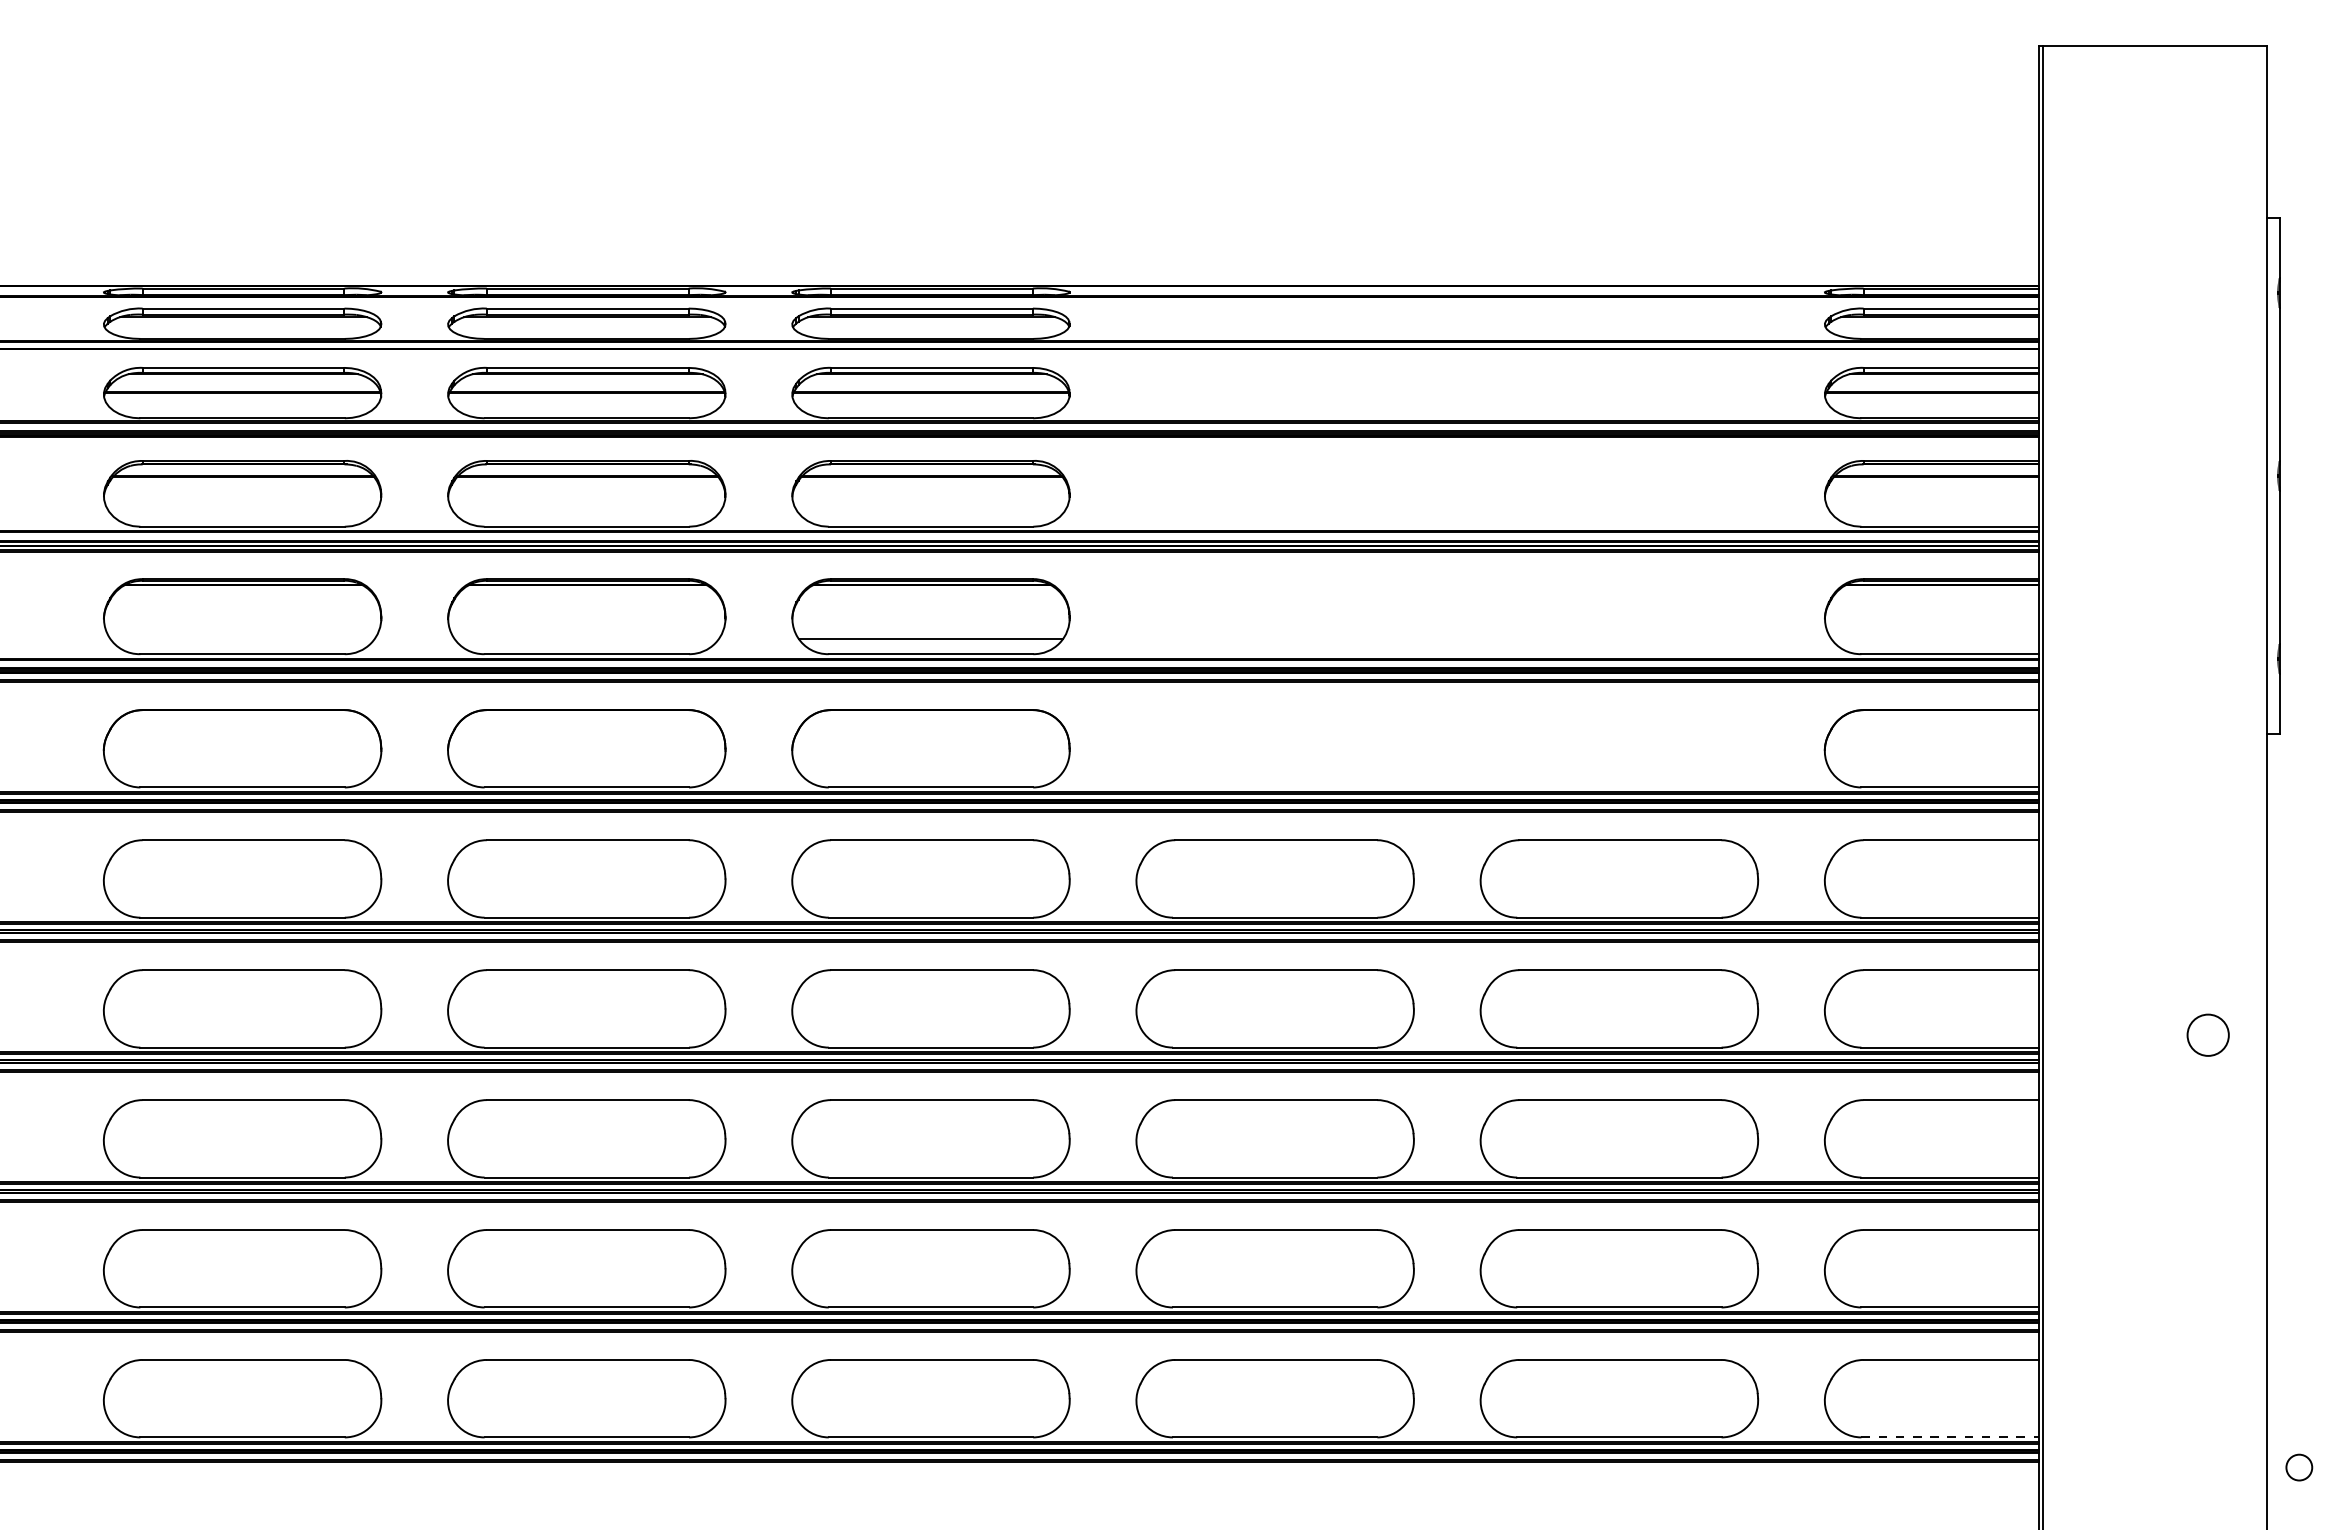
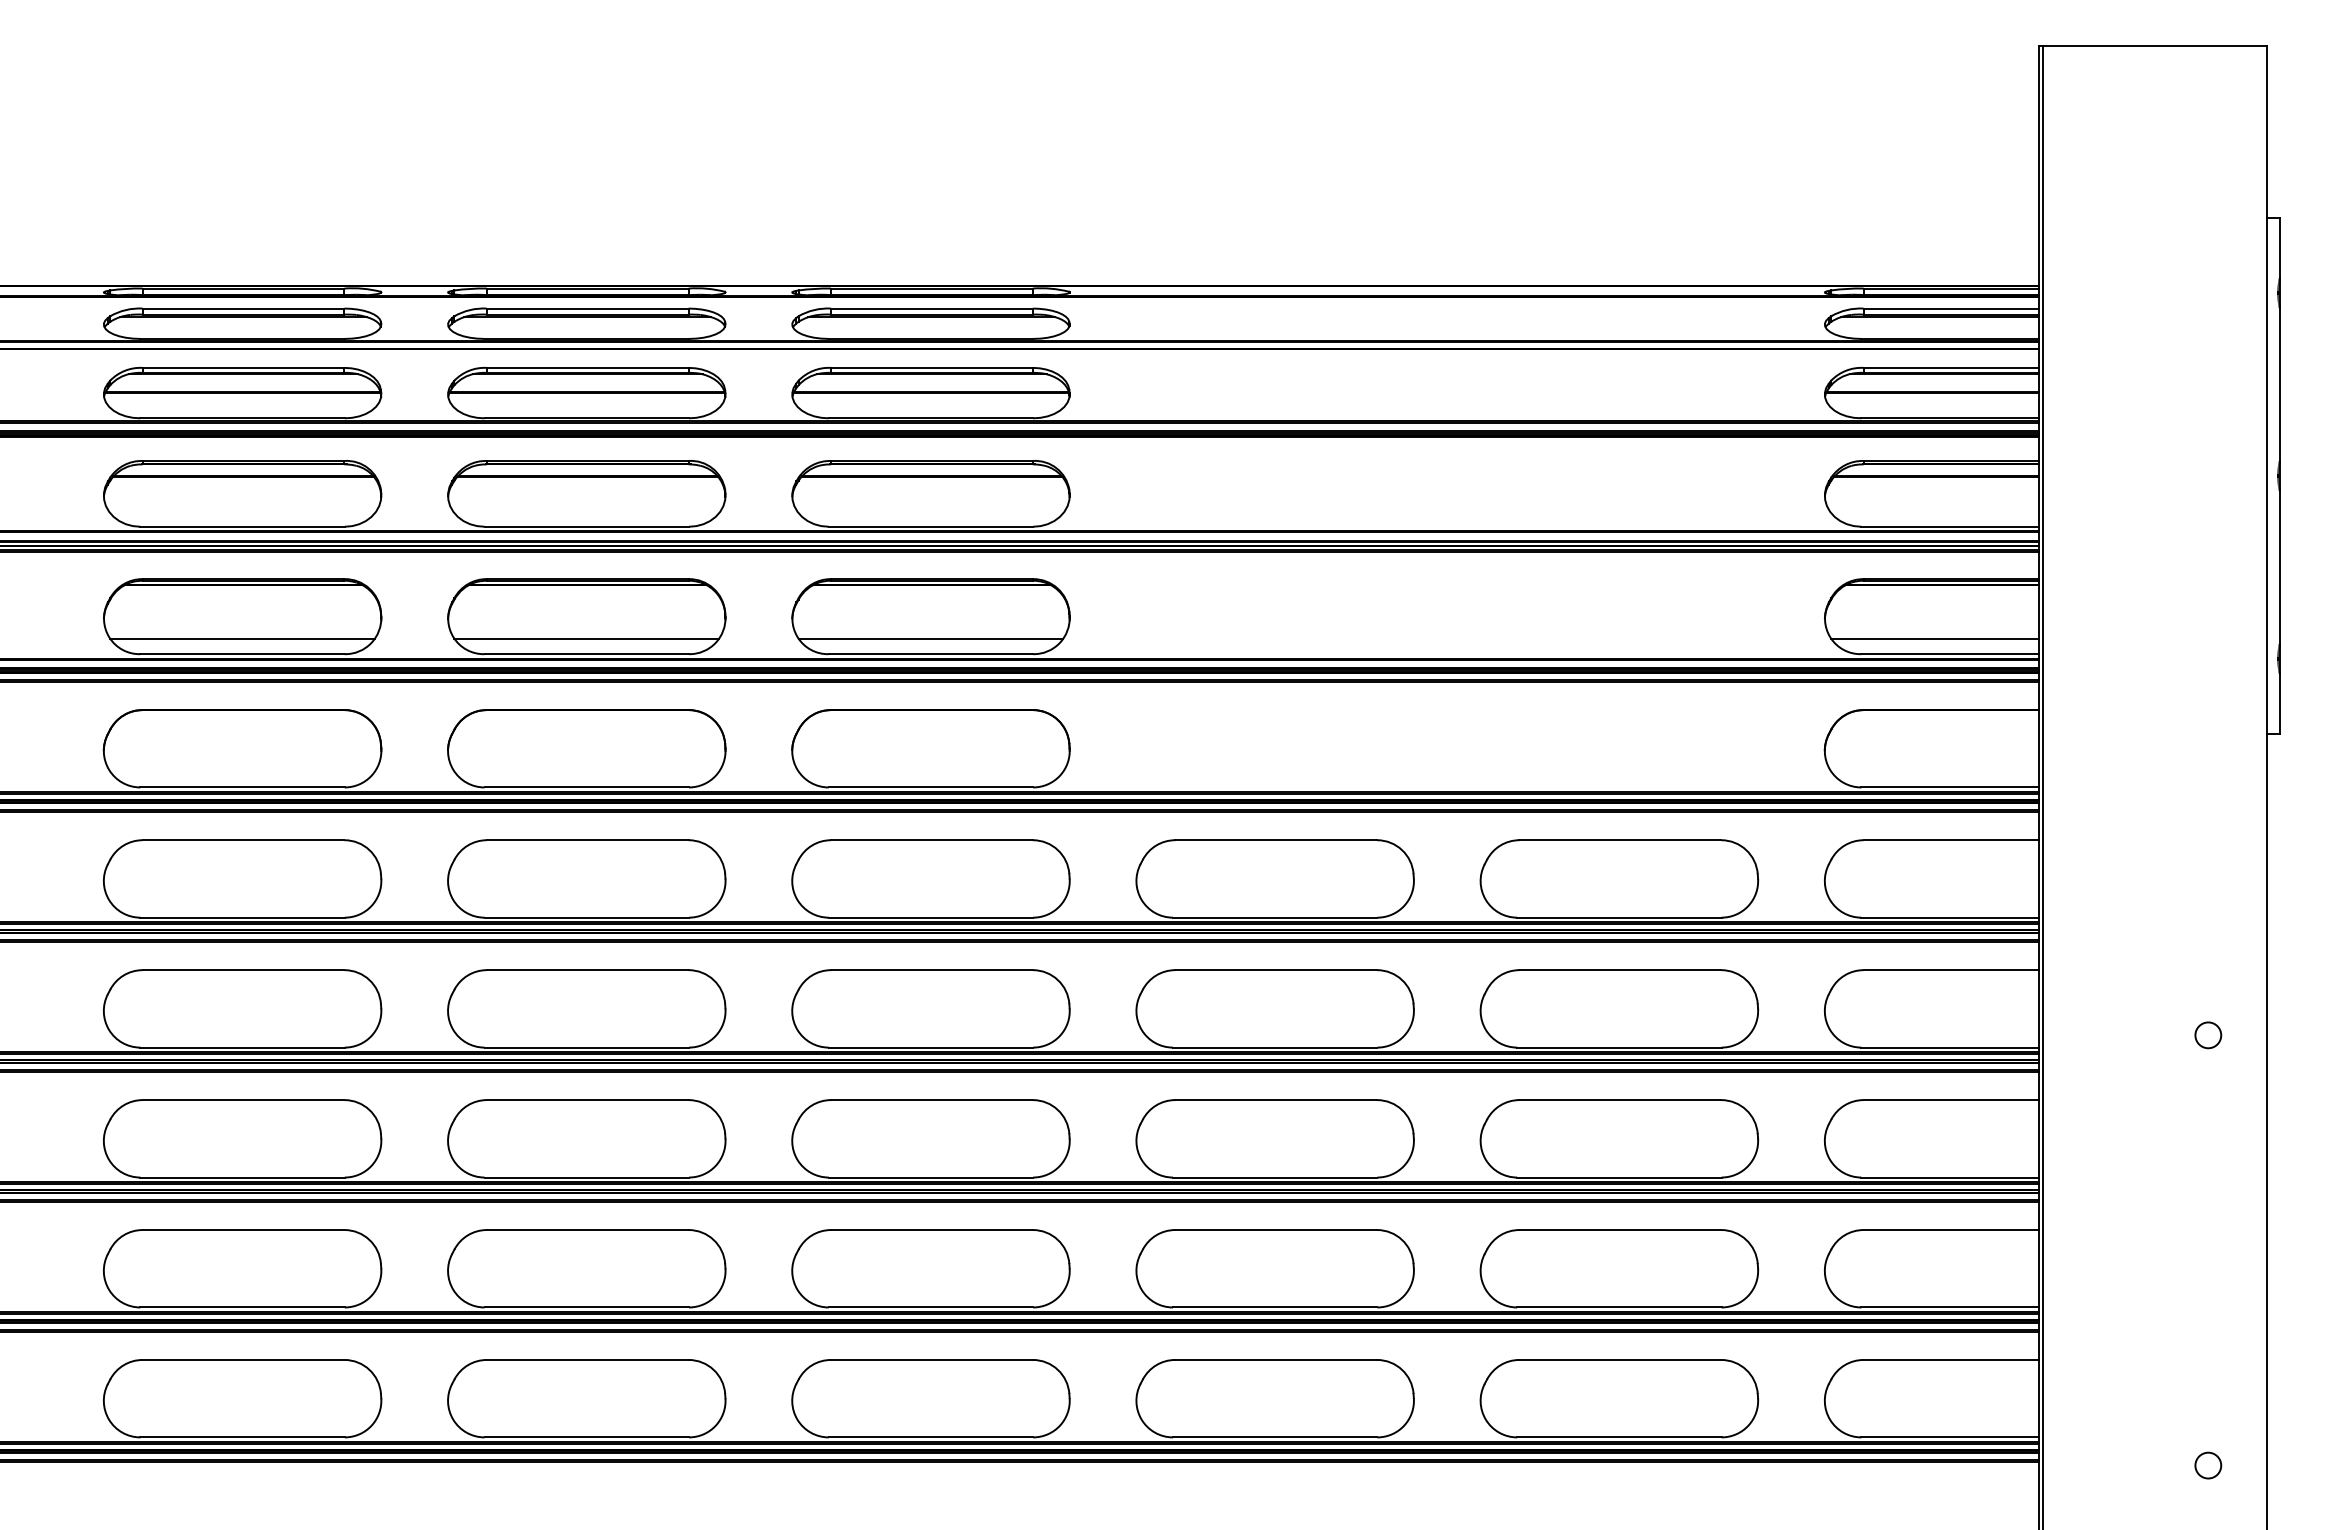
line at (242, 638): none -> present
line at (586, 638): none -> present
line at (1934, 638): none -> present
circle at (2207, 1034) size: 44x44 px -> 29x29 px
line at (1950, 1437): dashed -> solid
circle at (2299, 1467) position: (2299, 1467) -> (2208, 1465)
